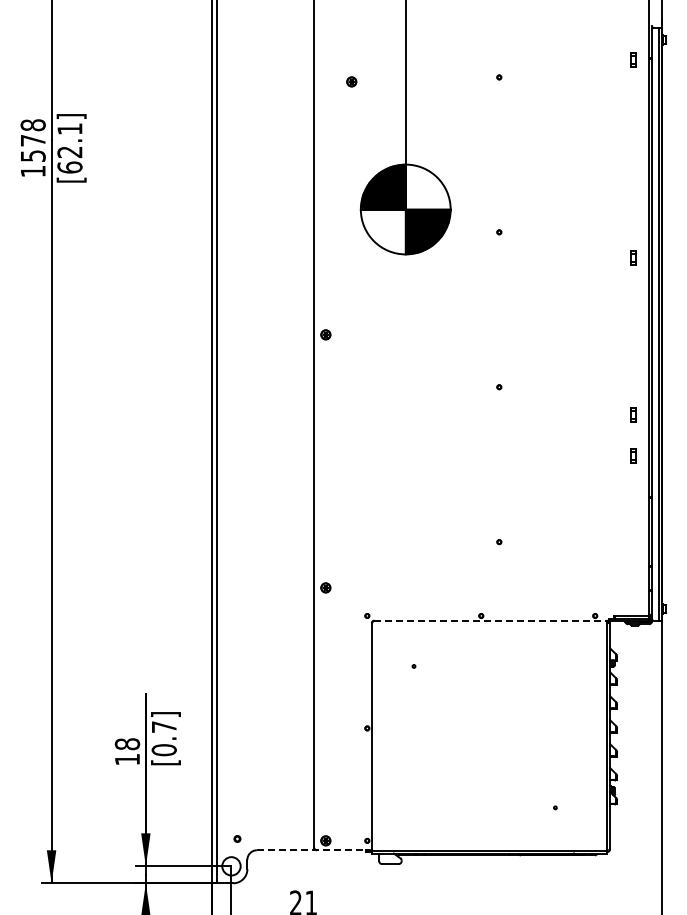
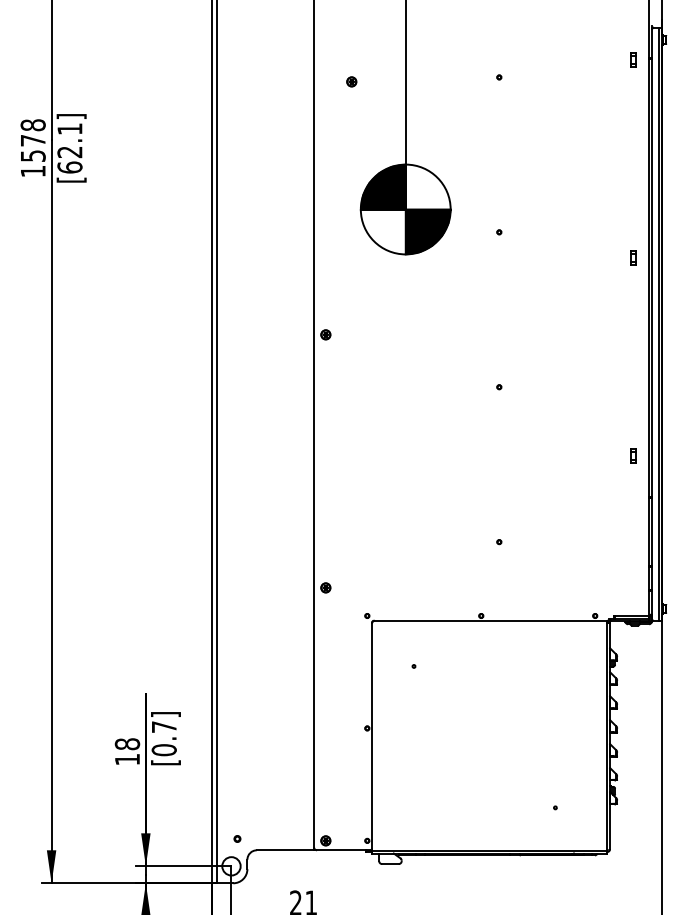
part at (633, 414): present -> none
line at (490, 620): dashed -> solid
line at (313, 850): dashed -> solid
